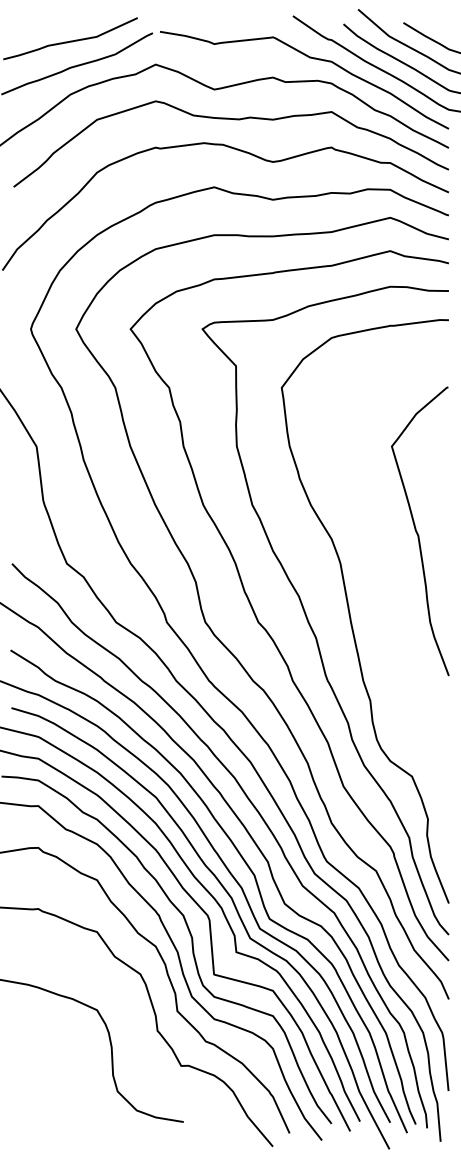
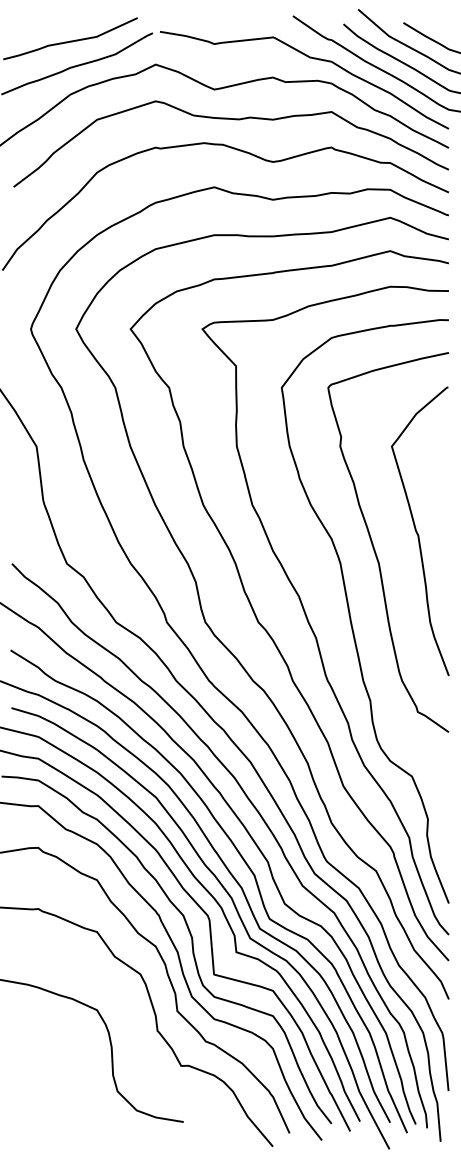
curve at (374, 546): none -> present
